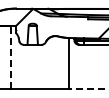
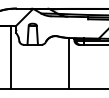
line at (11, 57): dashed -> solid
line at (88, 89): dashed -> solid
